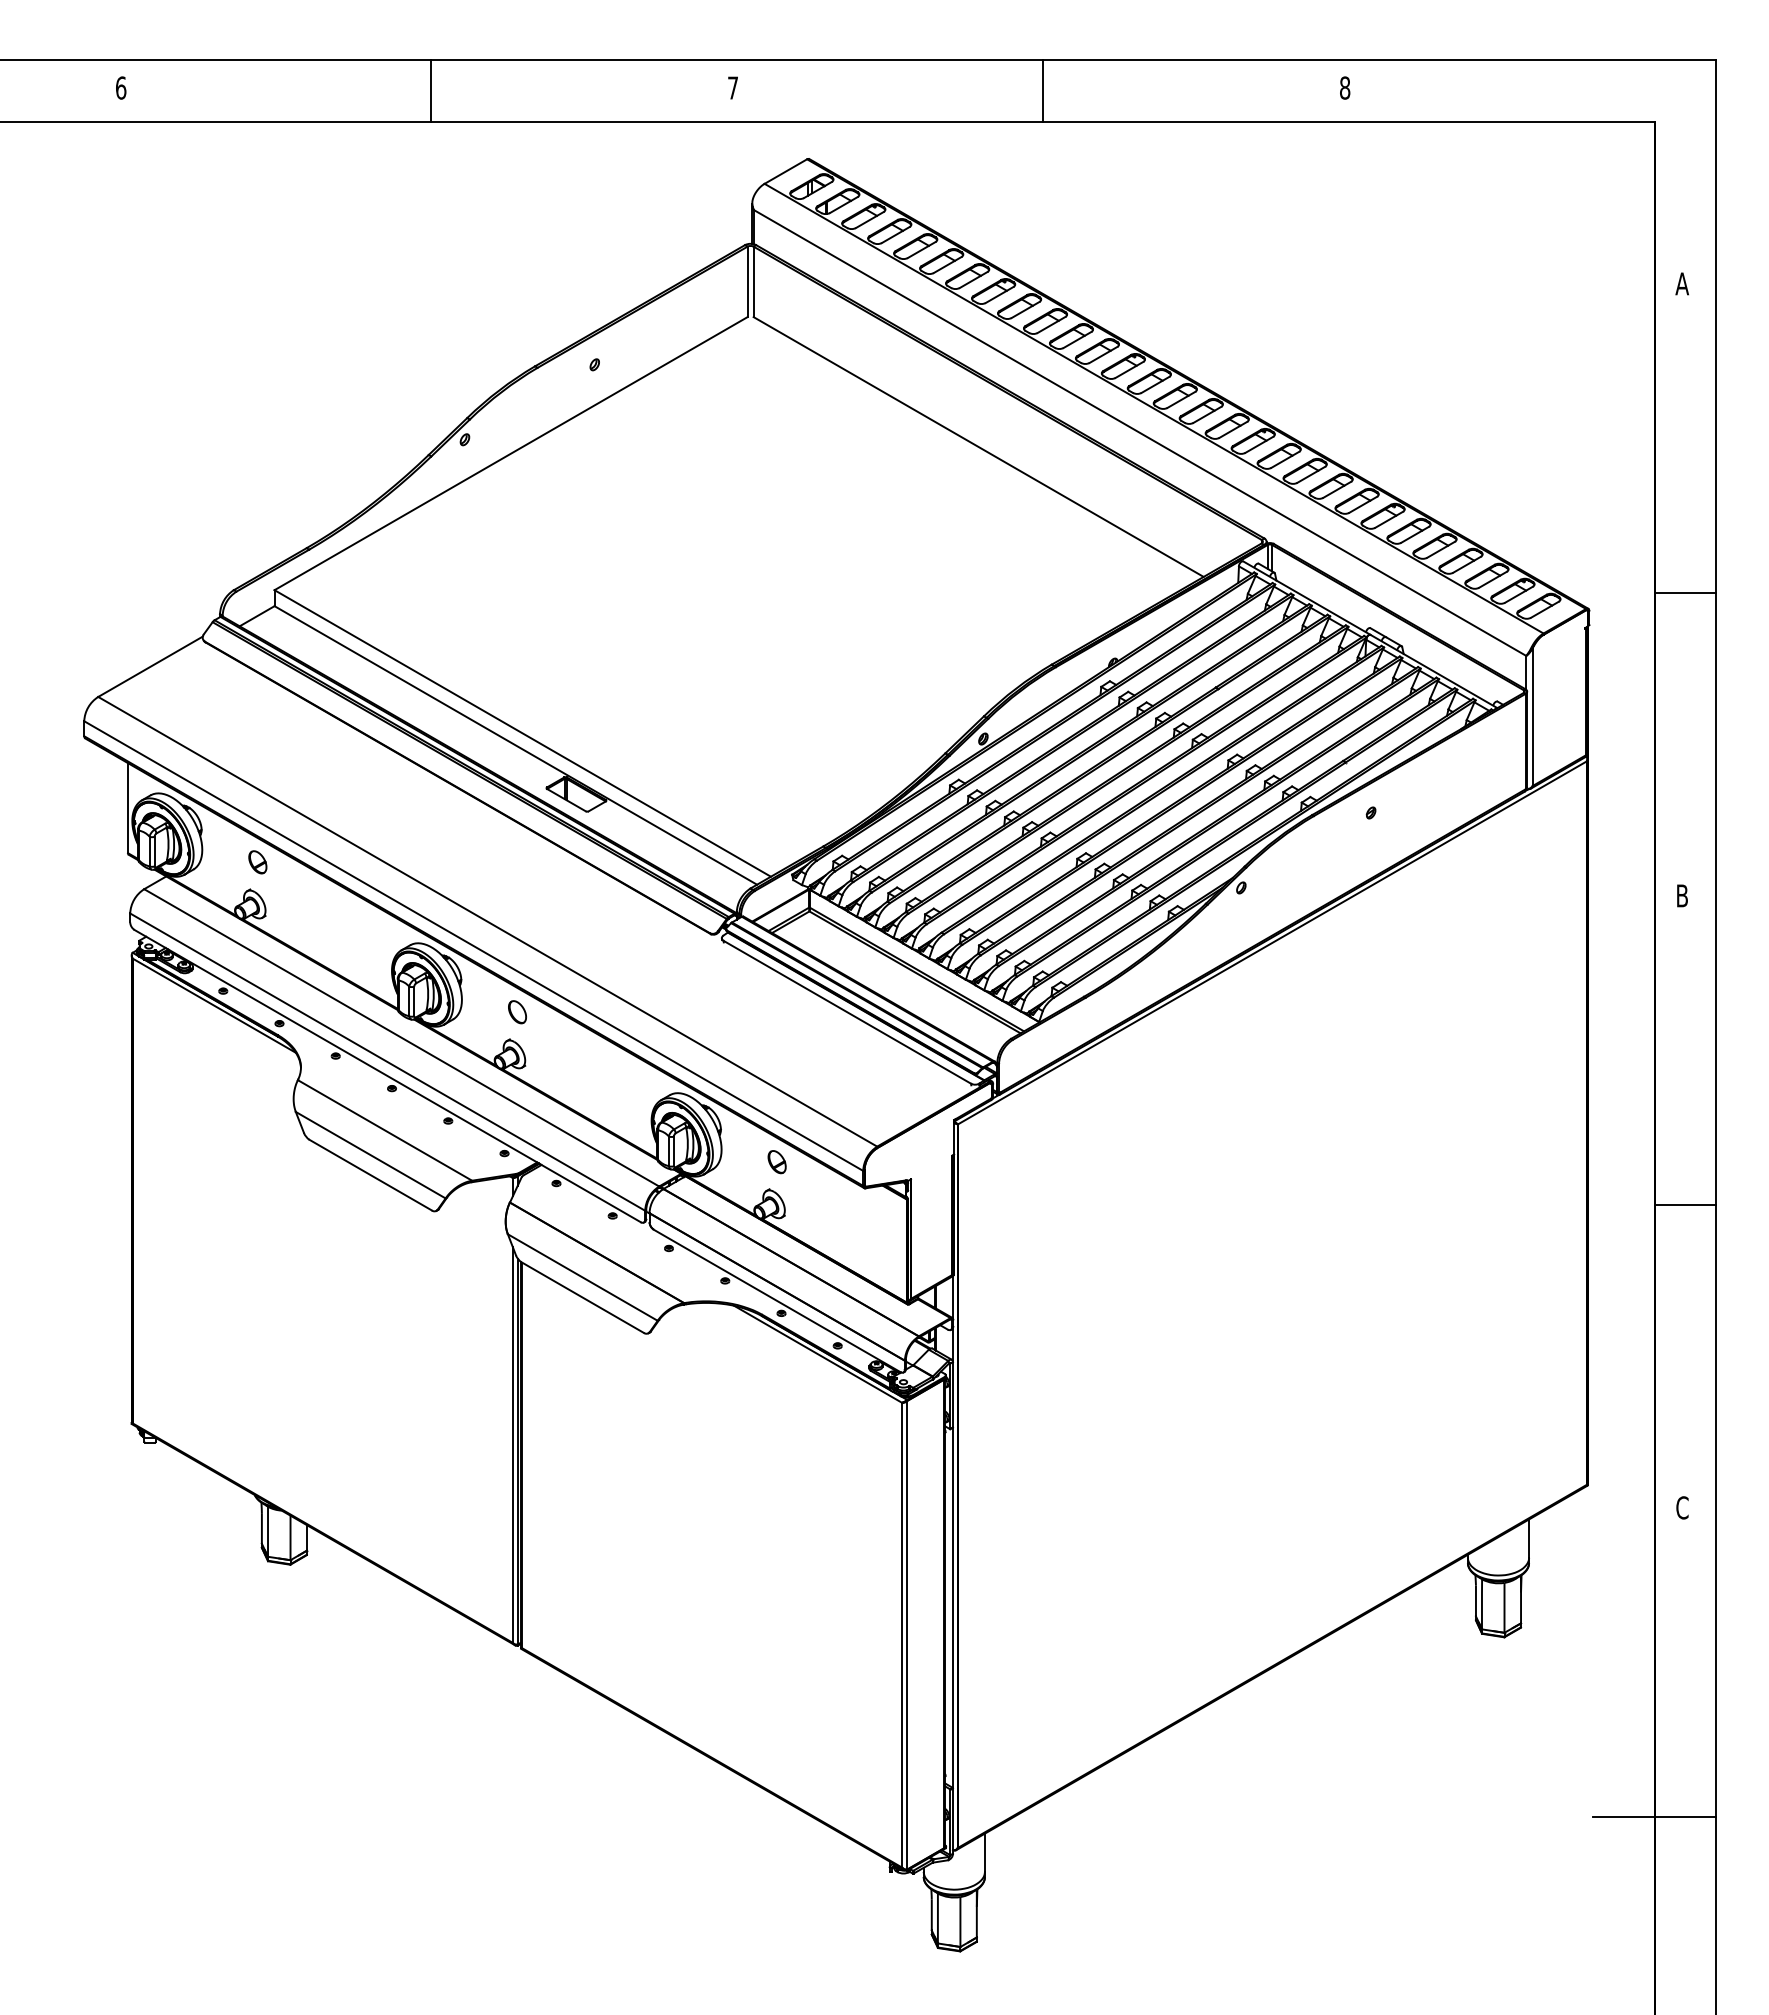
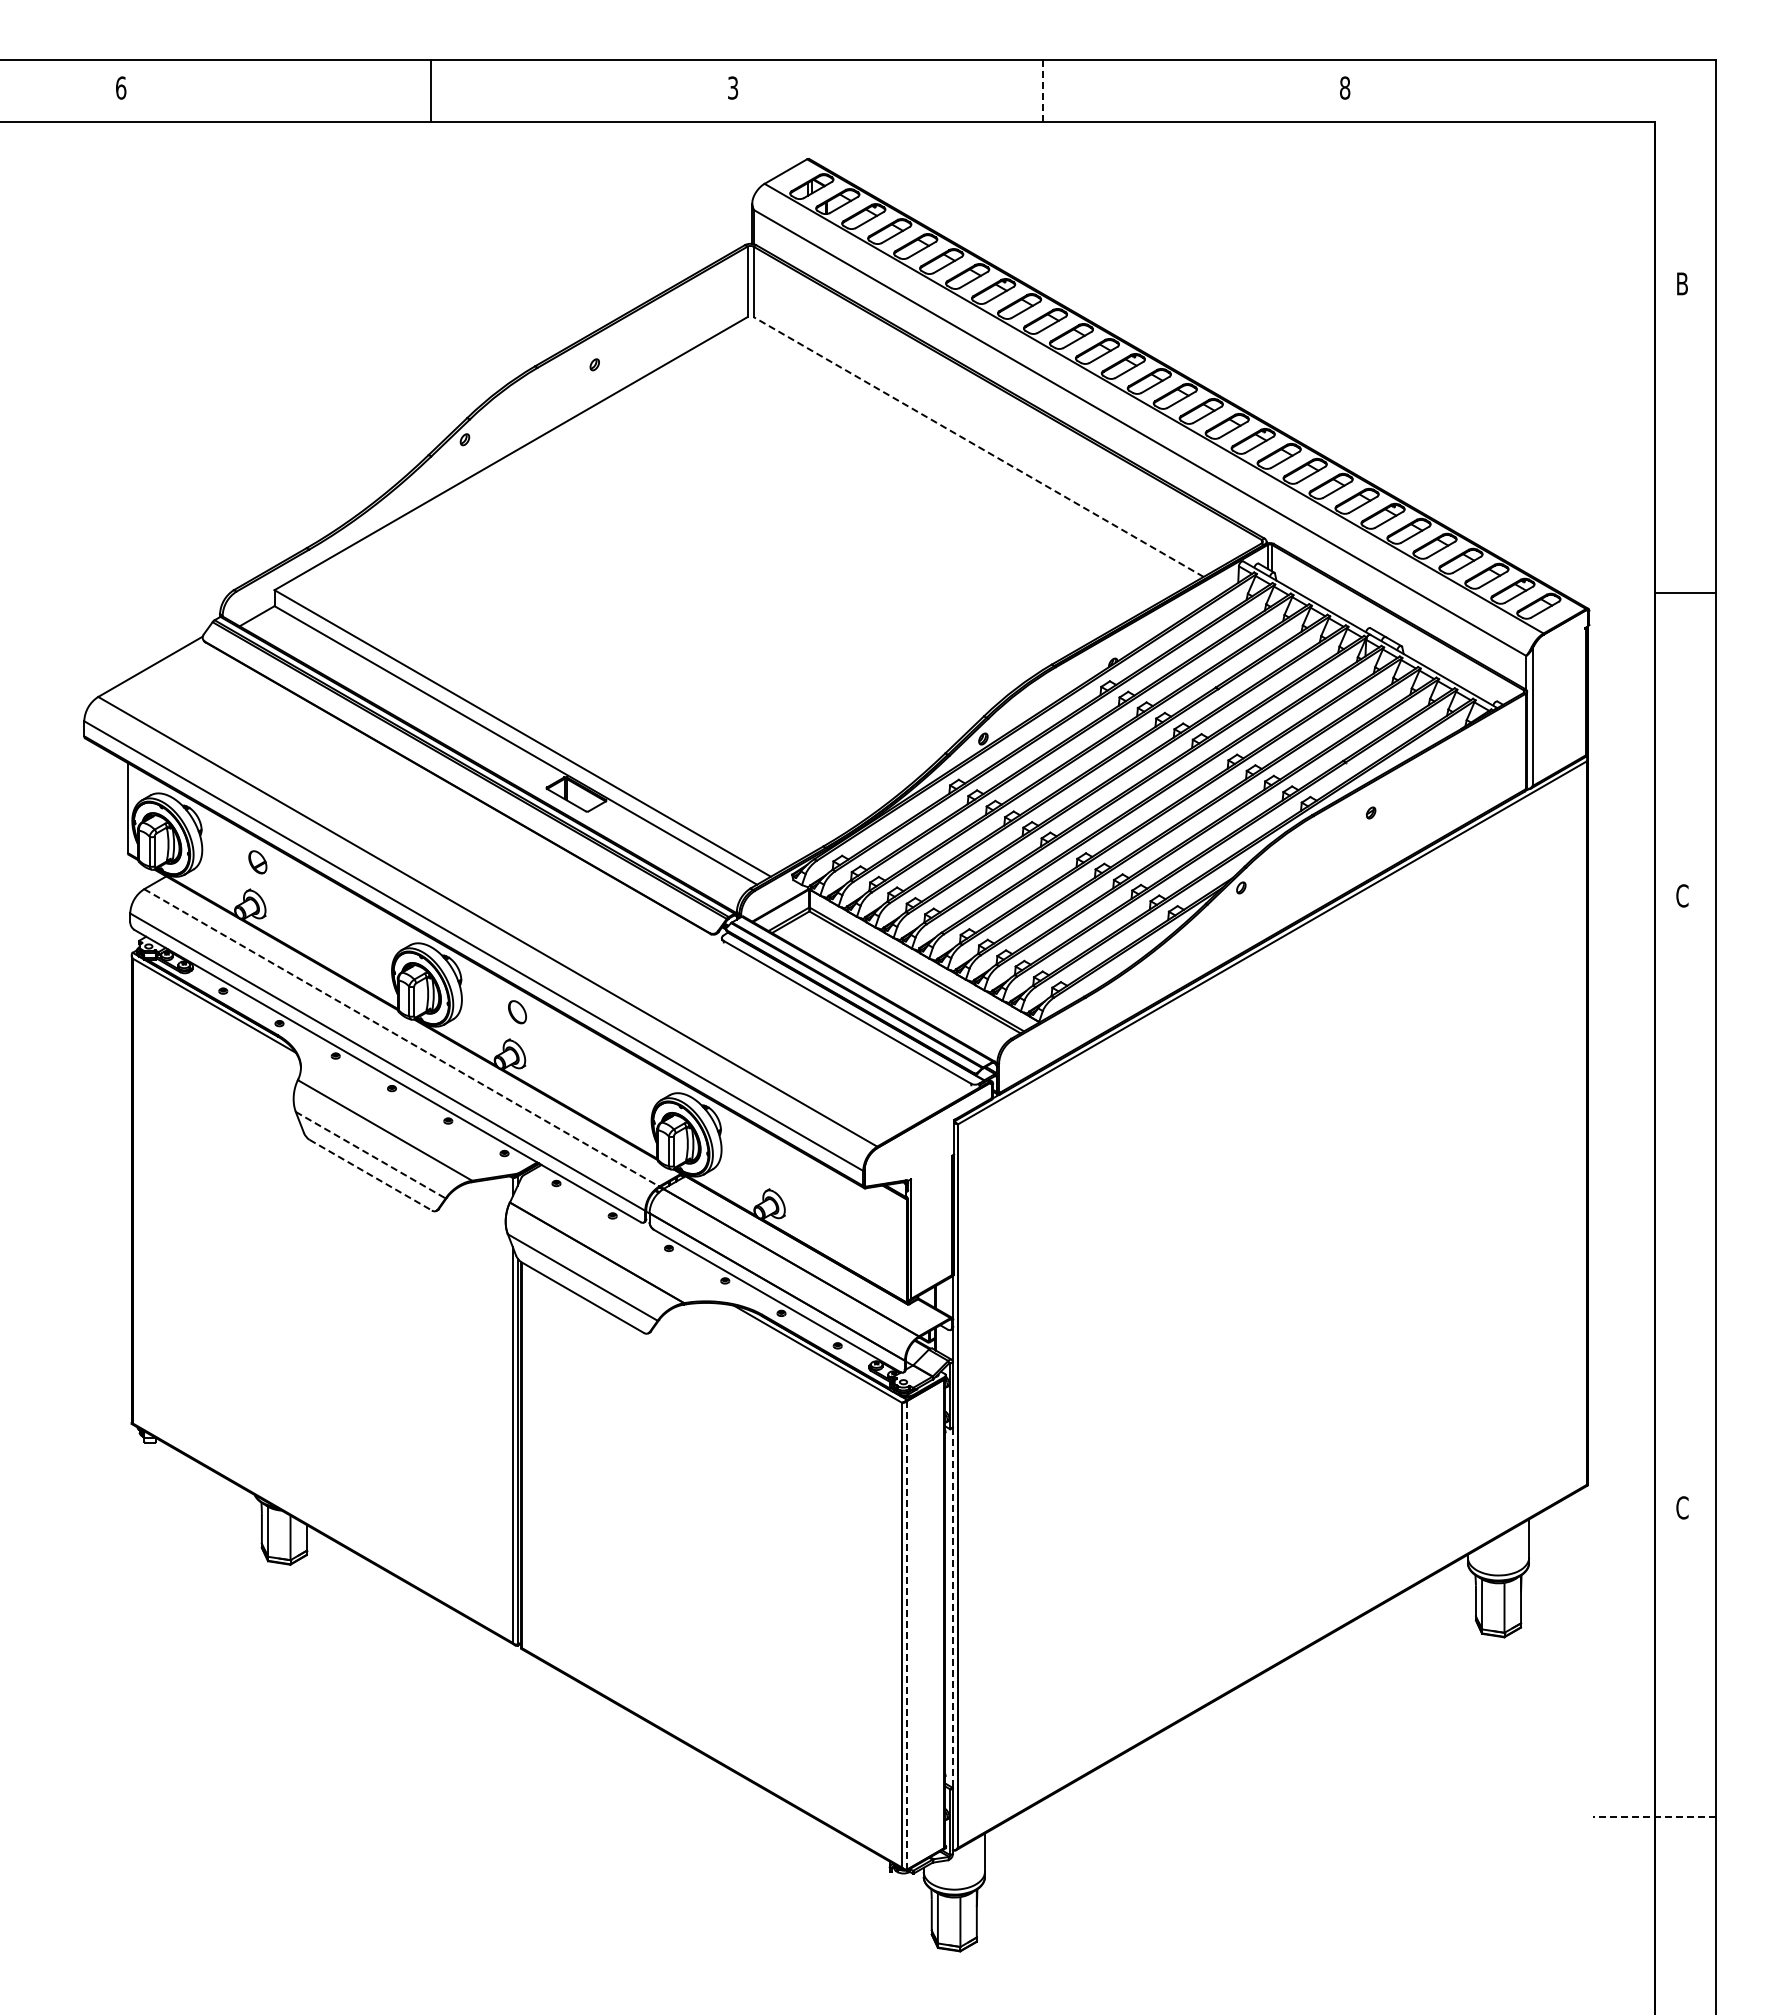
text at (733, 87): 7 -> 3
line at (1042, 91): solid -> dashed
text at (1681, 283): A -> B
line at (978, 447): solid -> dashed
text at (1682, 895): B -> C
line at (402, 1038): solid -> dashed
line at (370, 1155): solid -> dashed
part at (776, 1162): present -> none
line at (370, 1175): solid -> dashed
line at (1684, 1204): present -> none
line at (952, 1608): solid -> dashed
line at (907, 1634): solid -> dashed
line at (1654, 1816): solid -> dashed
